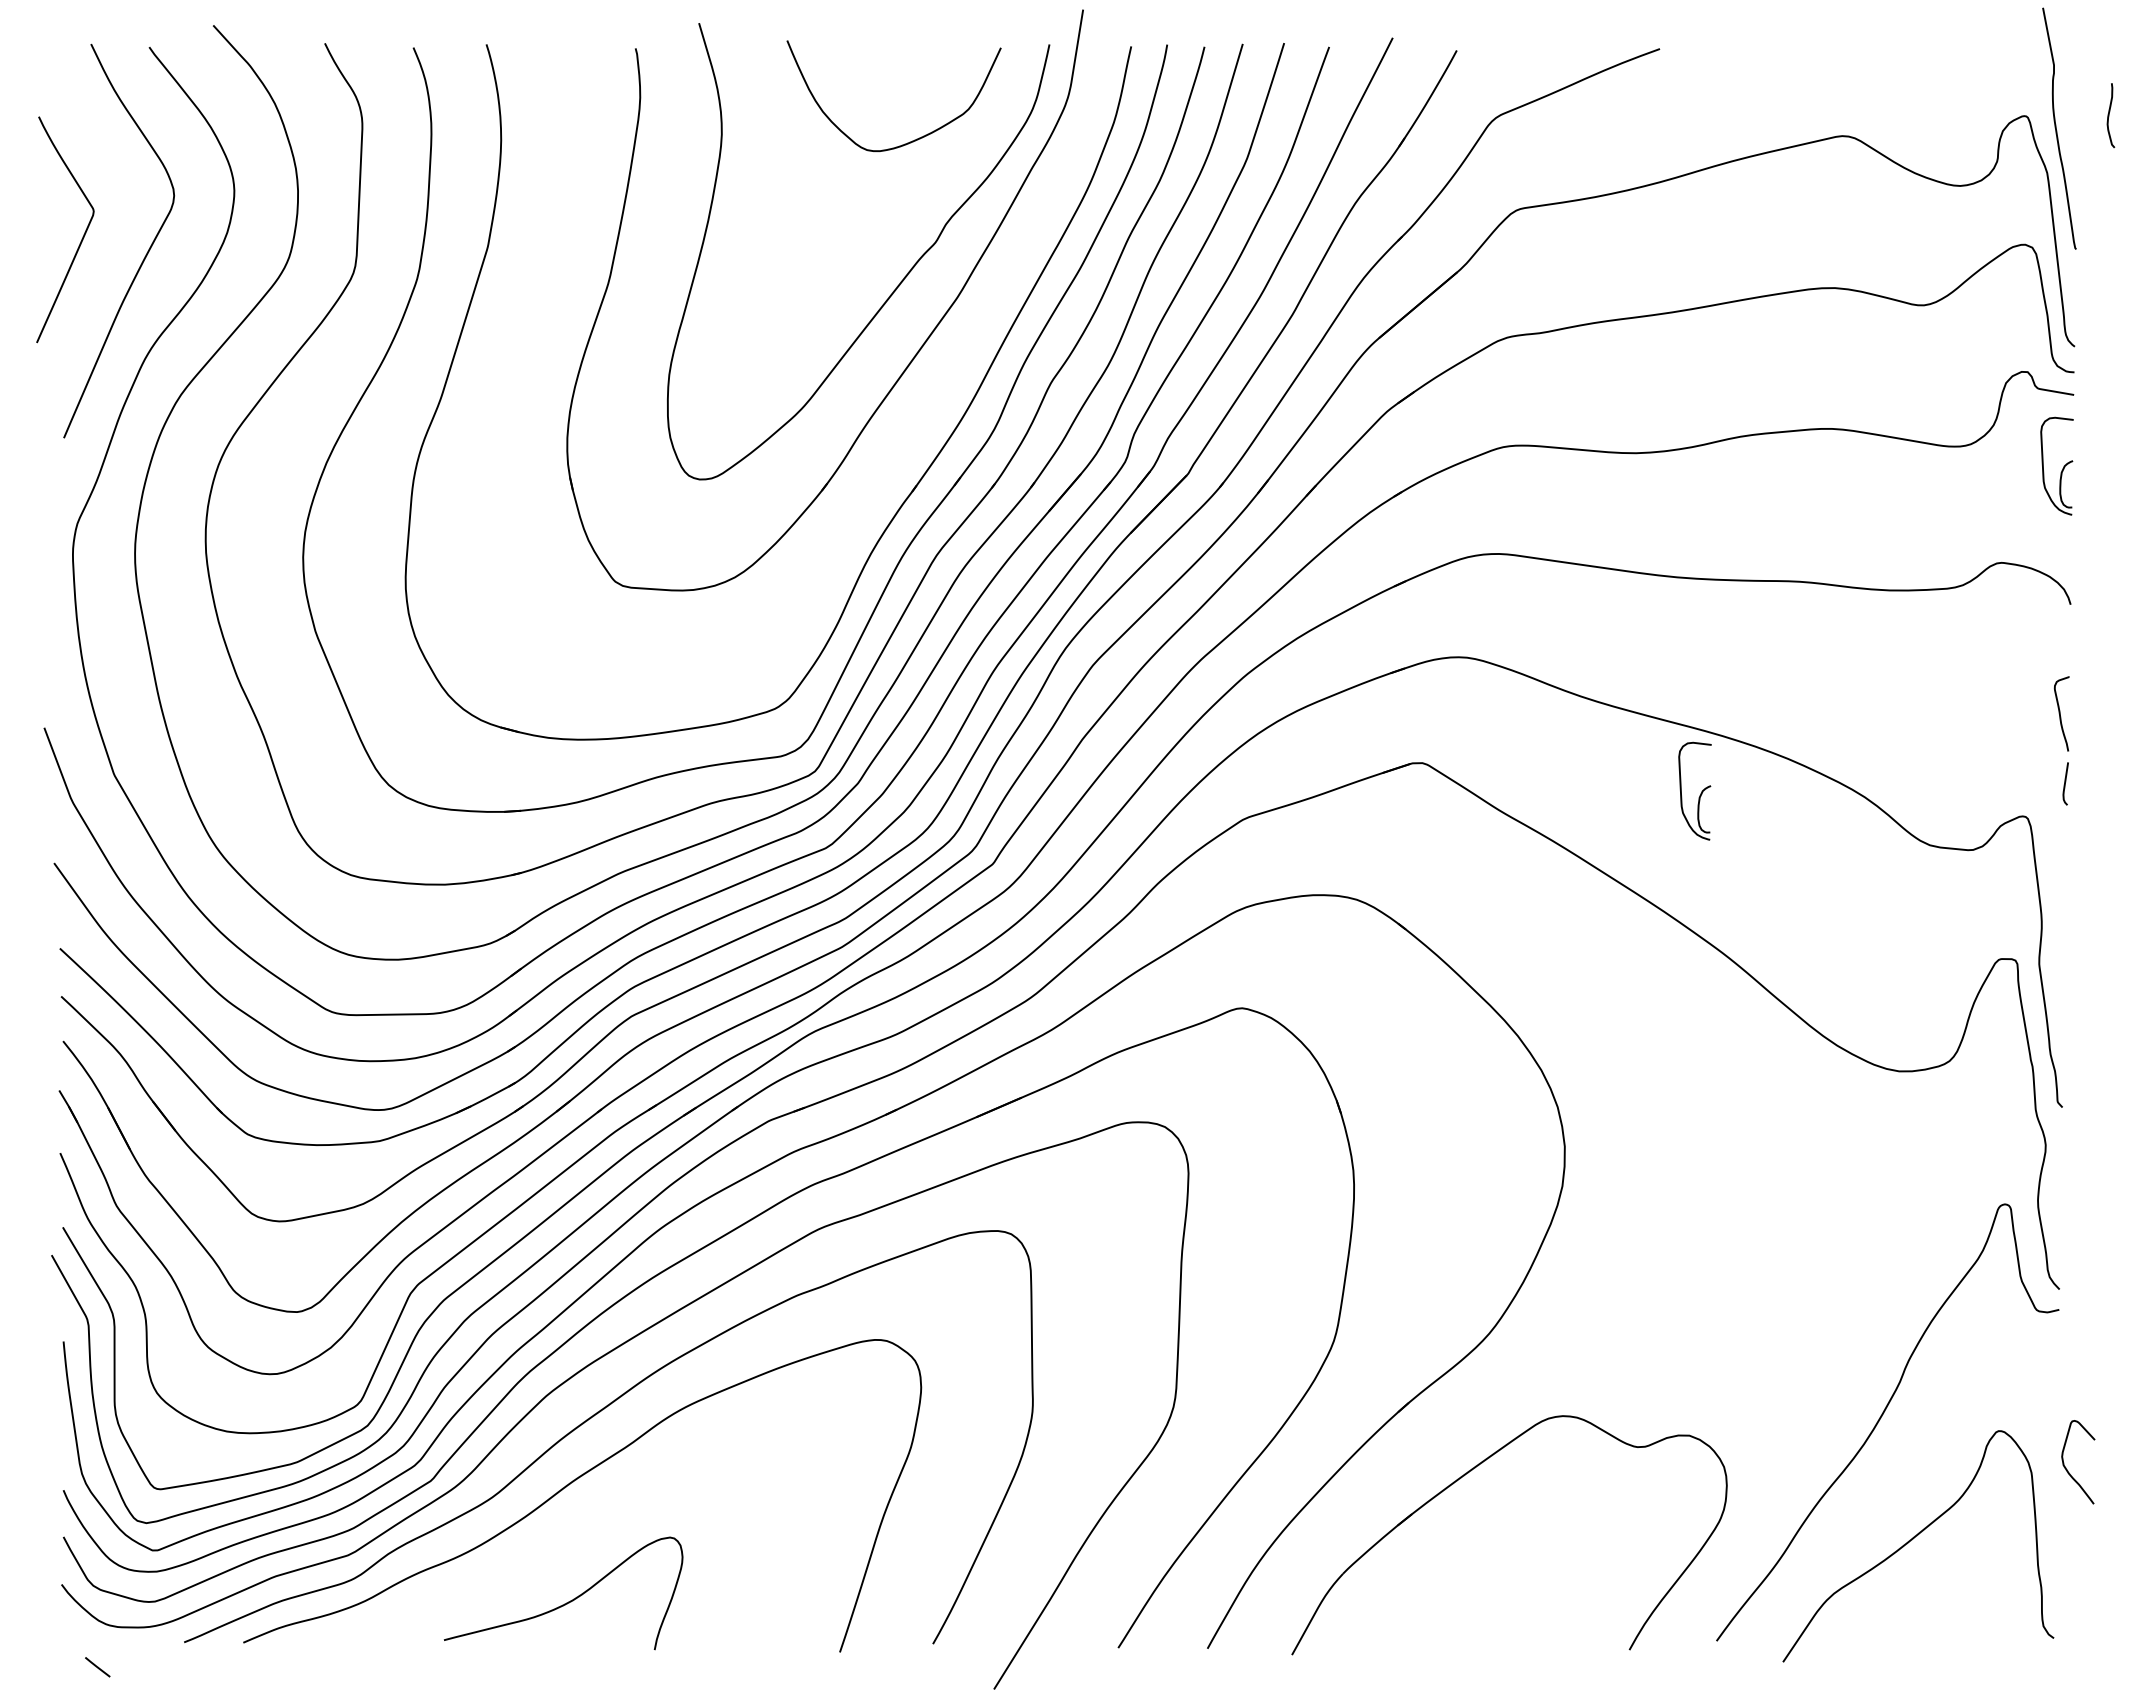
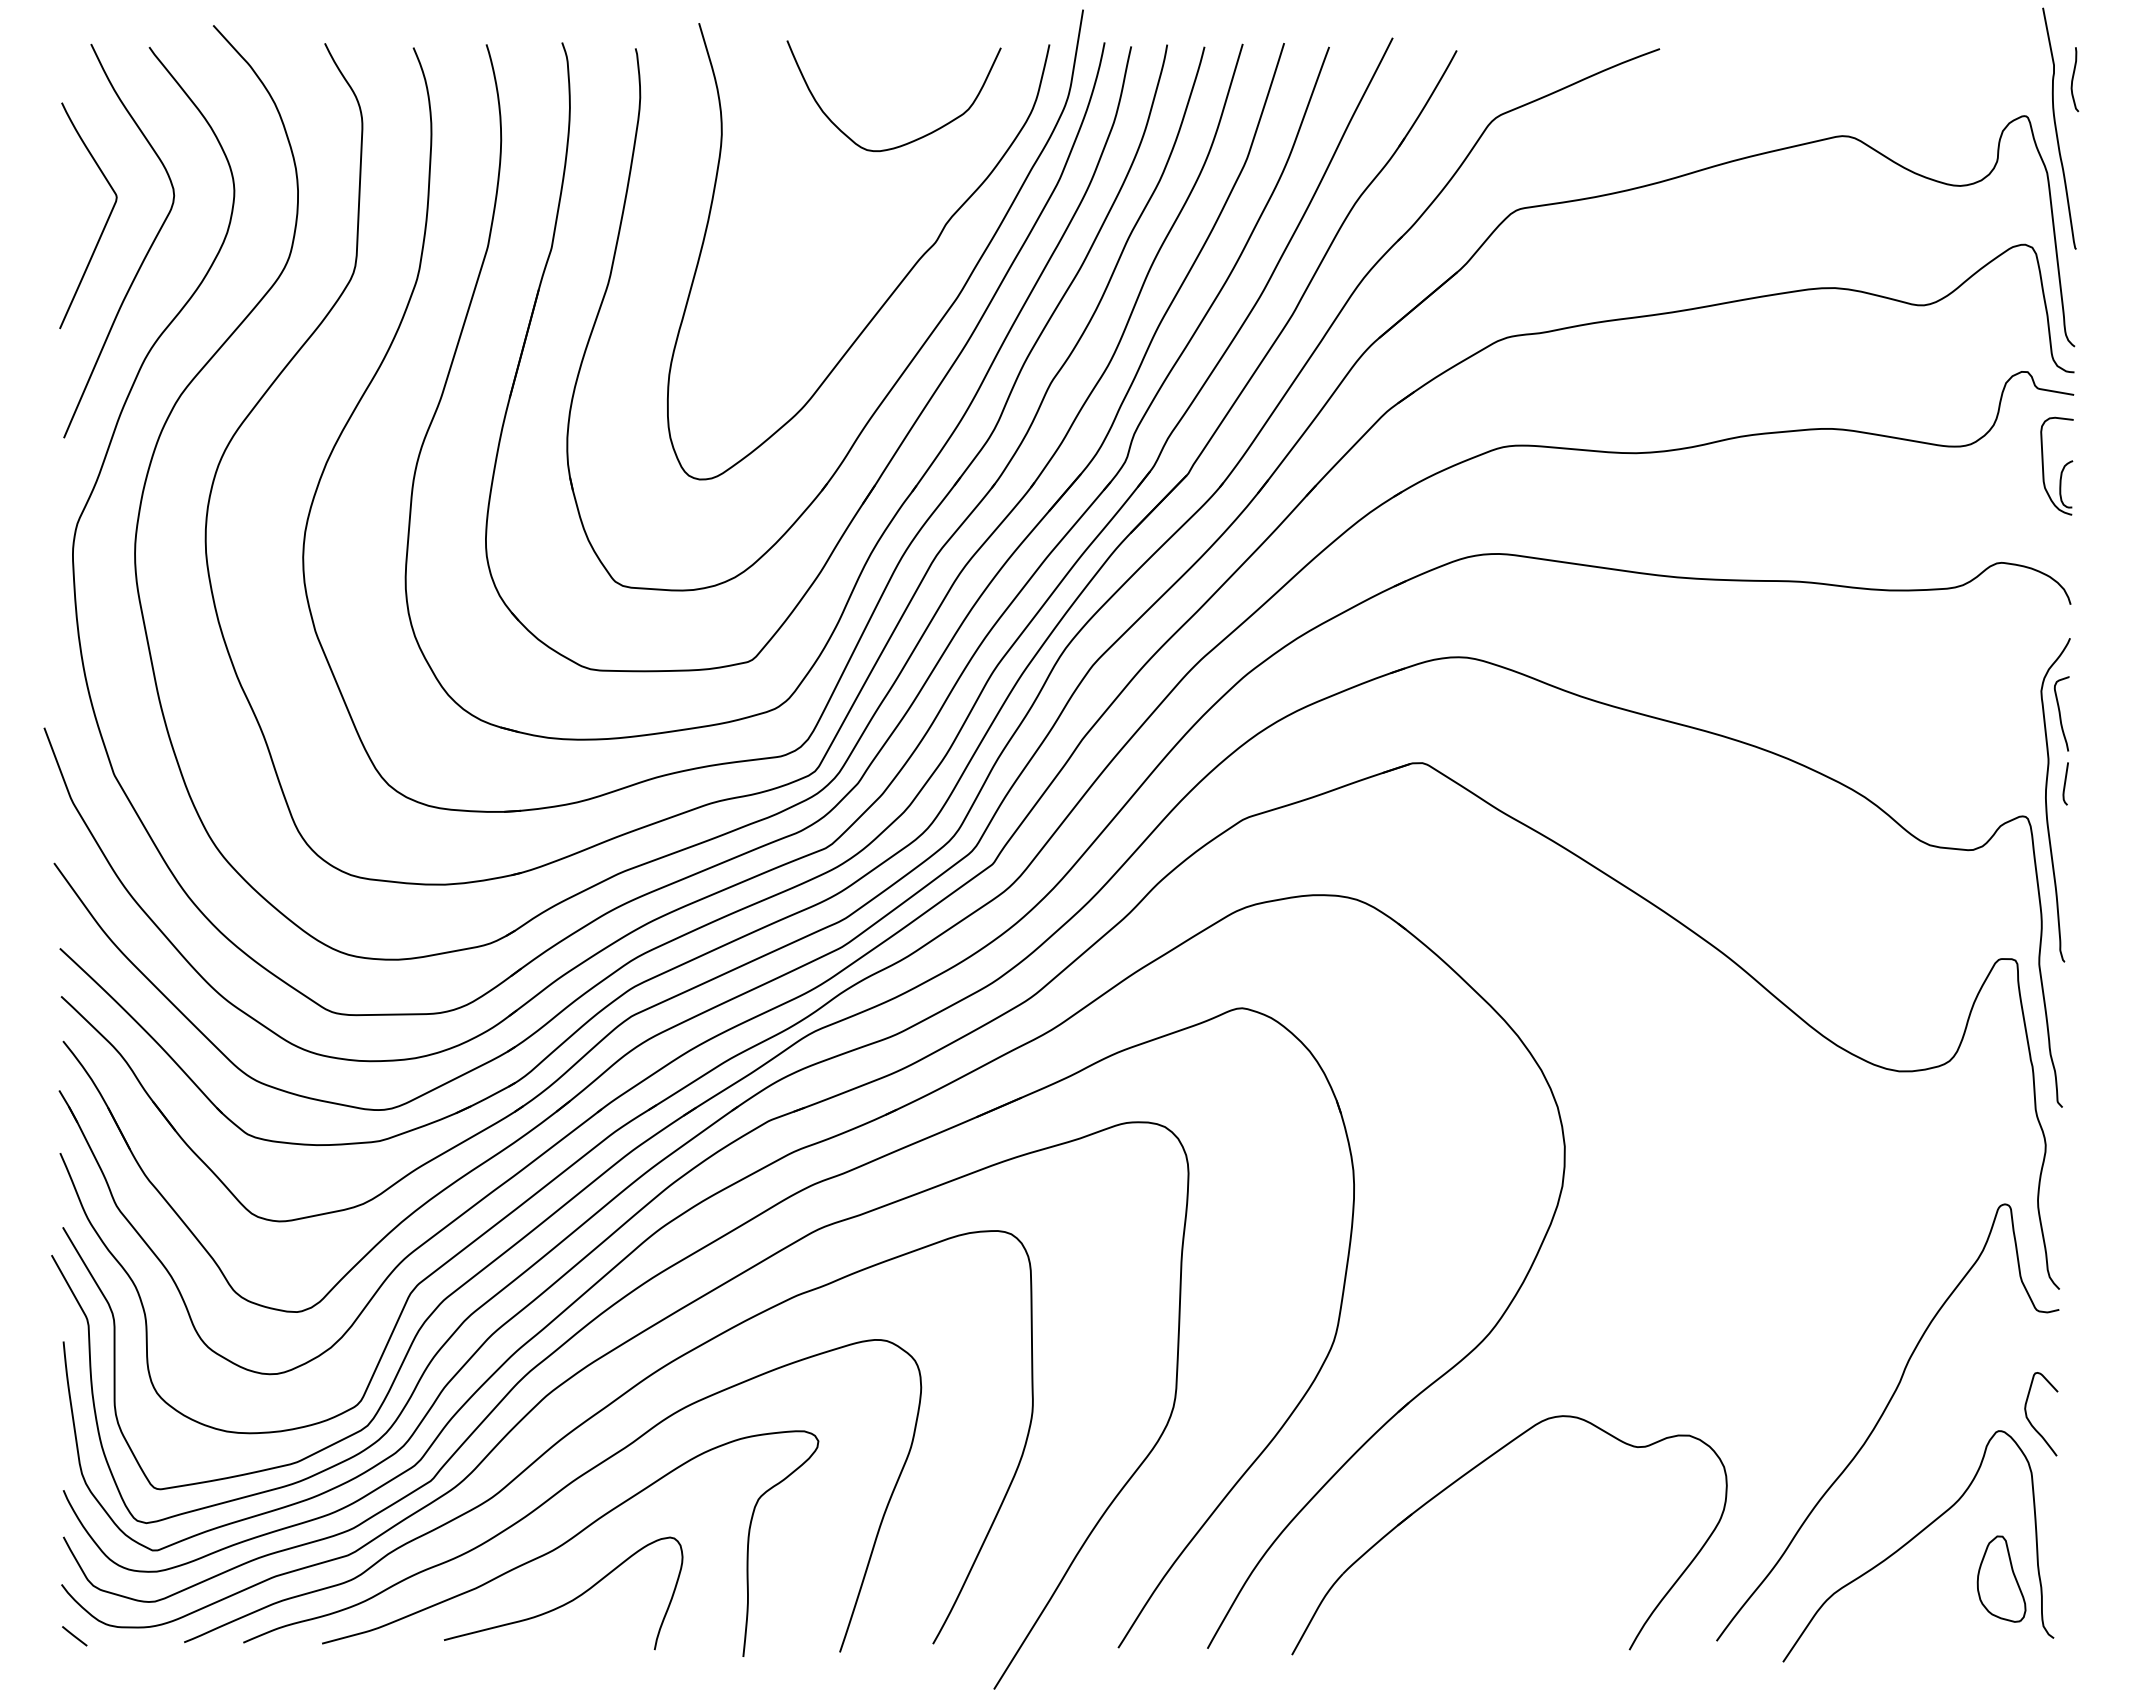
curve at (2109, 115) position: (2109, 115) -> (2073, 79)
curve at (82, 236) position: (82, 236) -> (105, 222)
part at (908, 430): none -> present
part at (1700, 793): present -> none
curve at (2046, 800): none -> present
curve at (2068, 1470) position: (2068, 1470) -> (2031, 1422)
curve at (569, 1541): none -> present
part at (2001, 1578): none -> present
line at (97, 1667) position: (97, 1667) -> (74, 1636)
